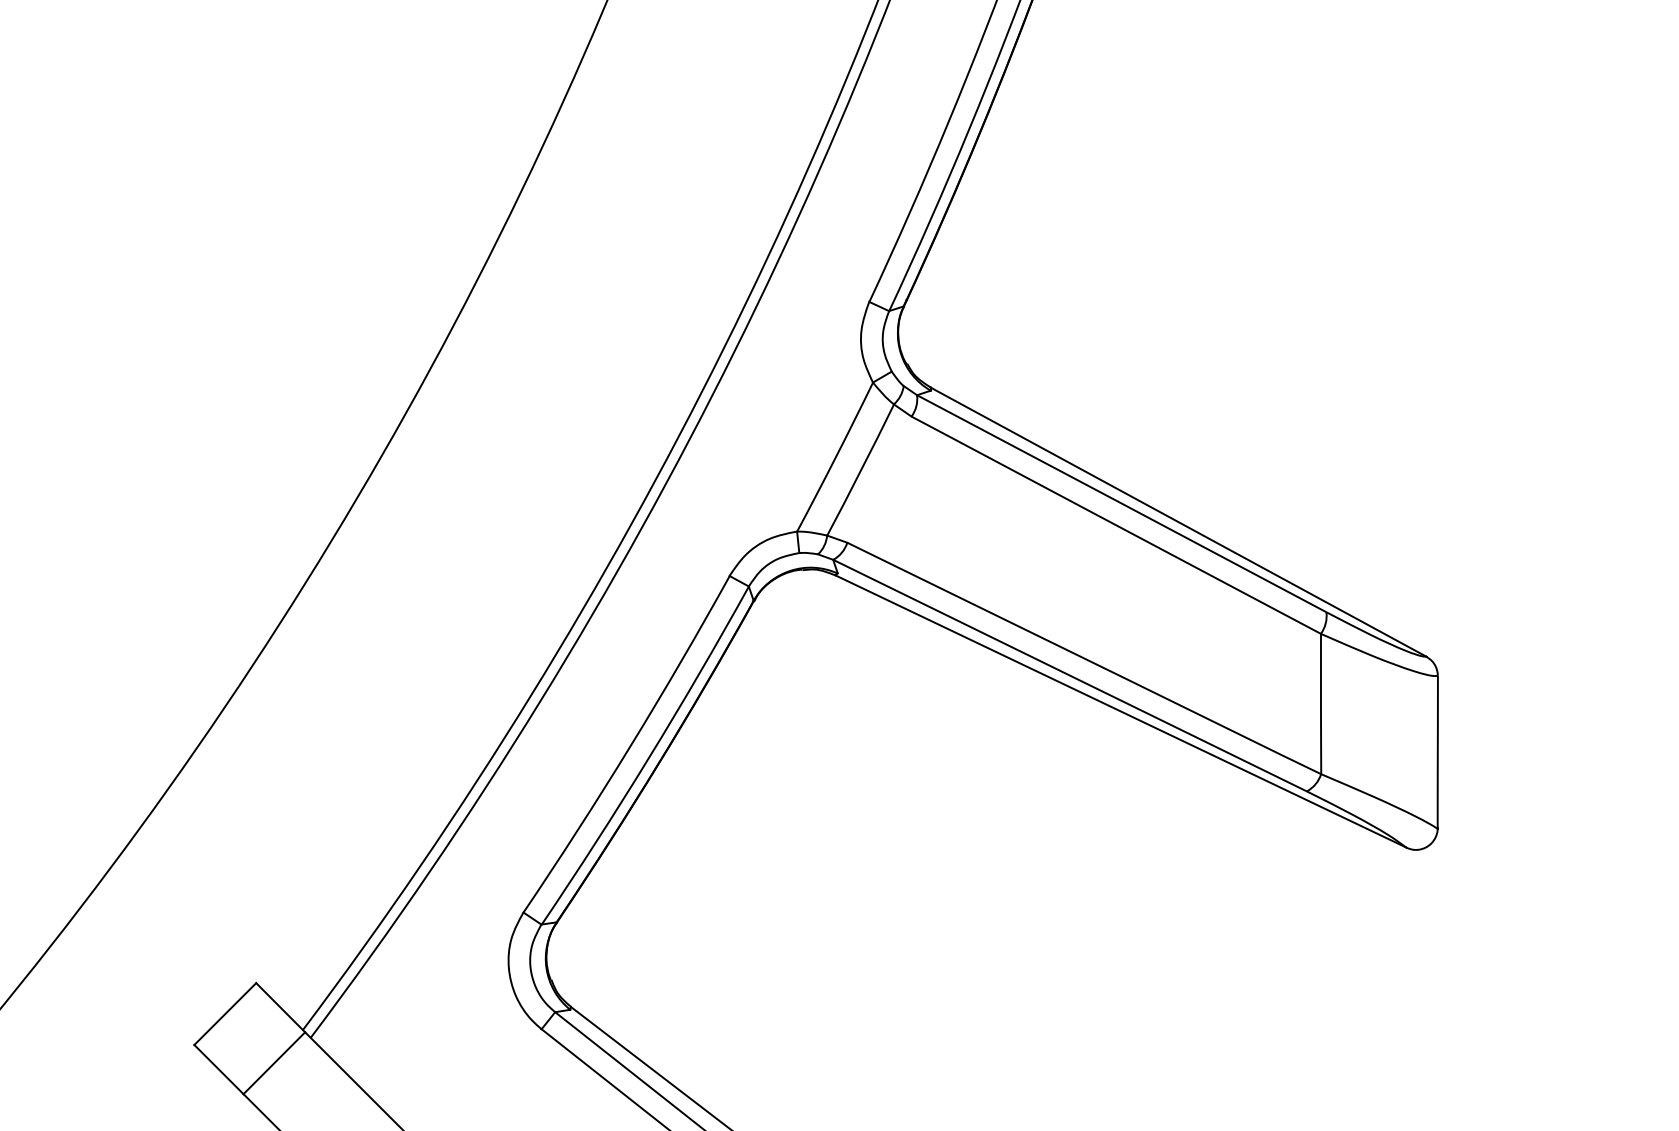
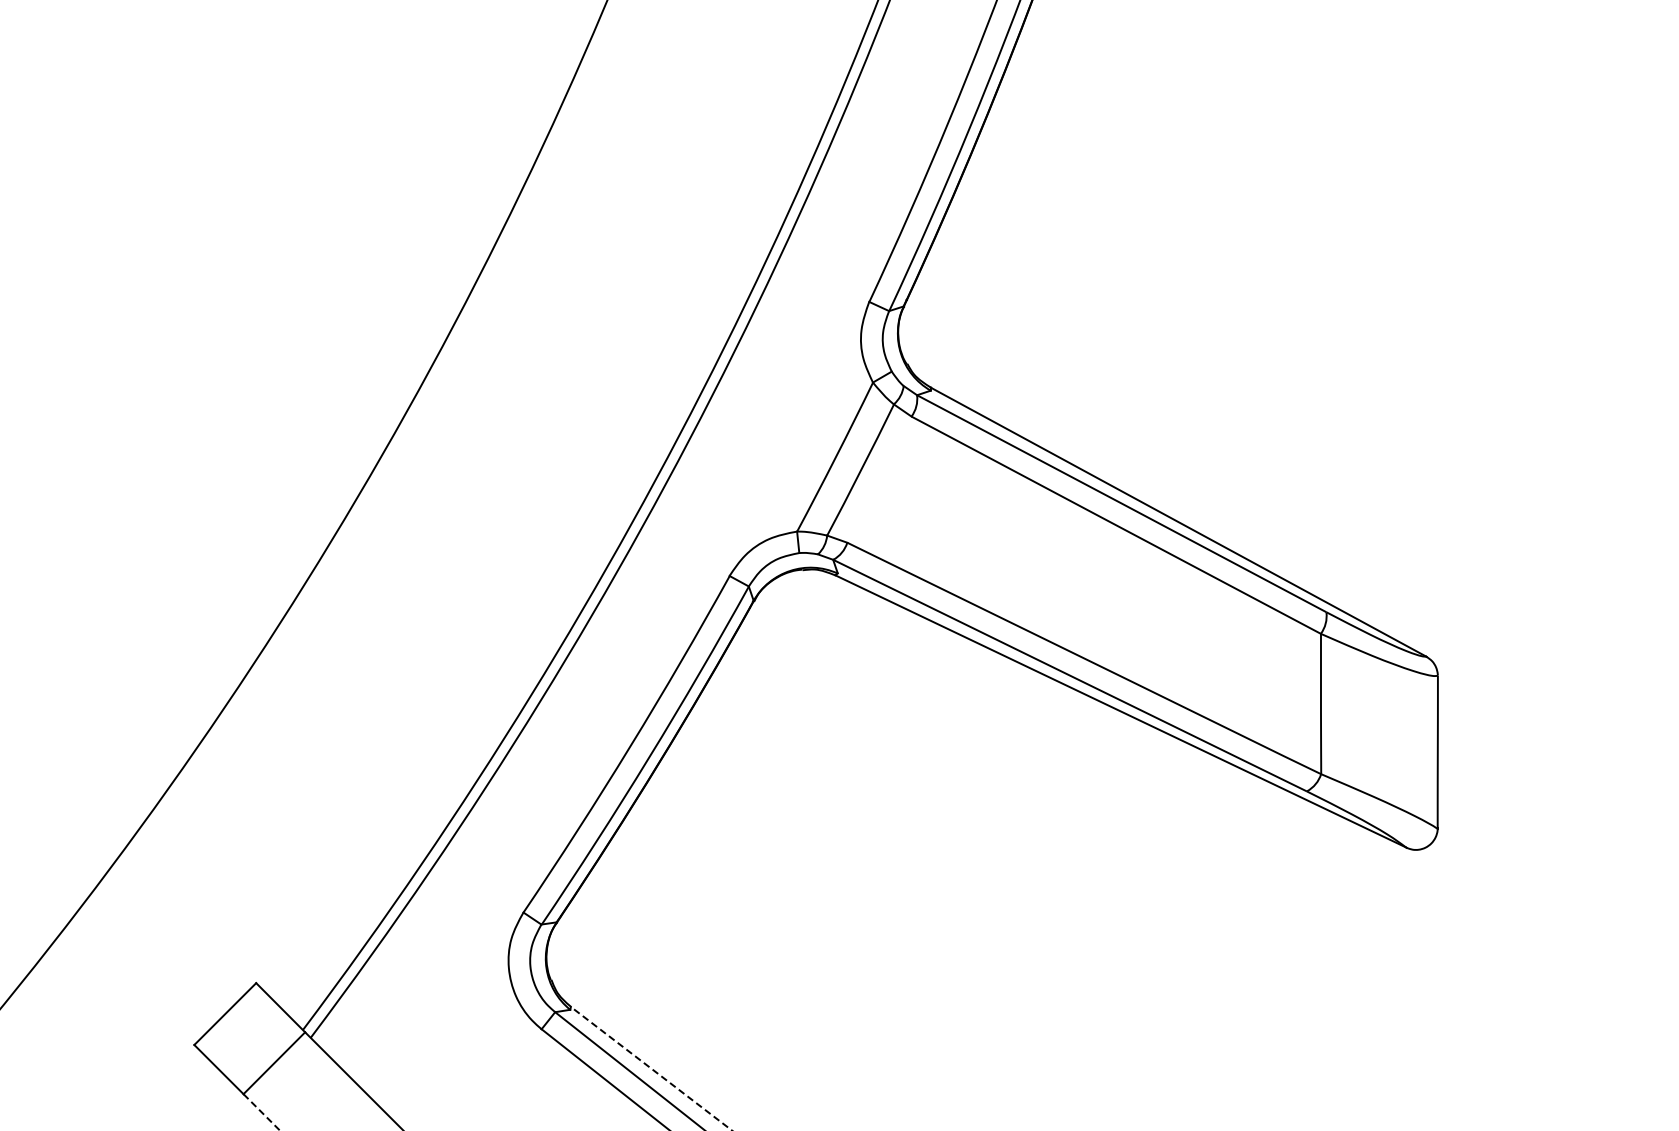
line at (651, 1068): solid -> dashed
line at (261, 1112): solid -> dashed
